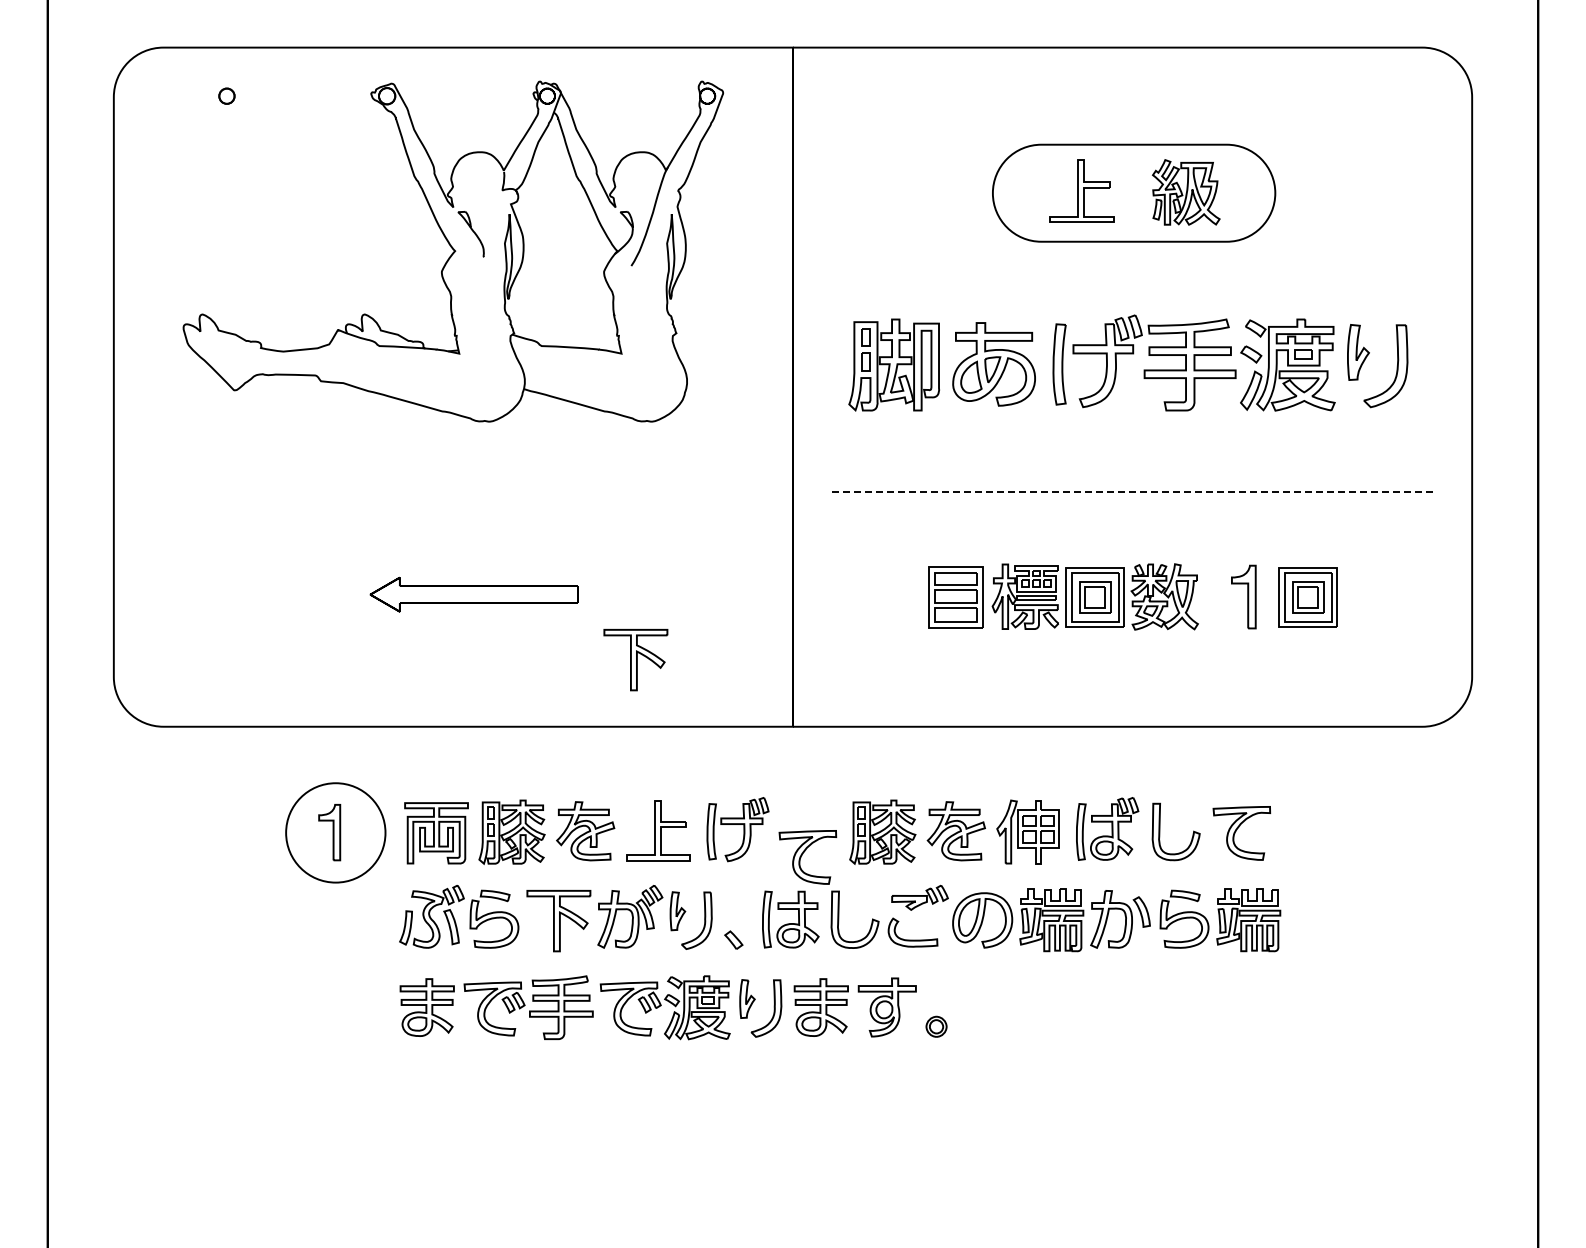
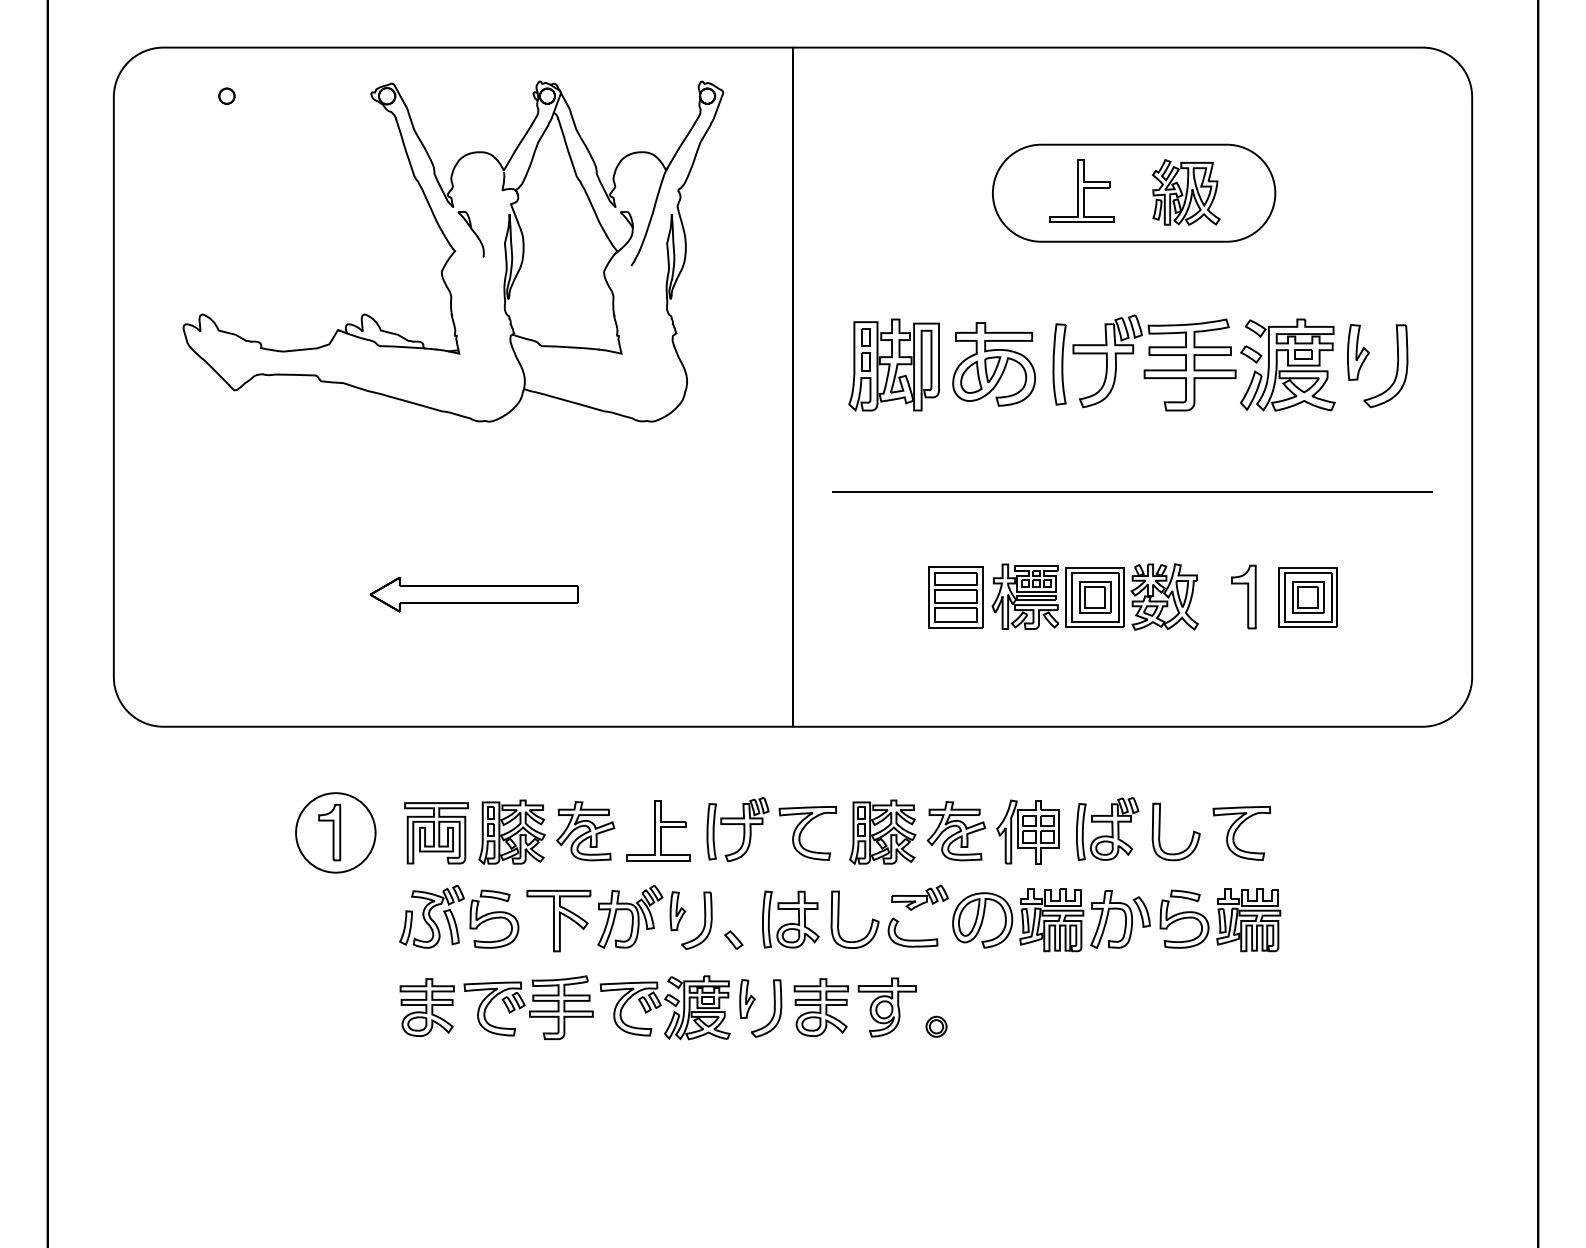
line at (1133, 492): dashed -> solid
part at (635, 660): present -> none
circle at (335, 832) diameter: 99 px -> 80 px
part at (807, 857) position: (807, 857) -> (807, 833)
